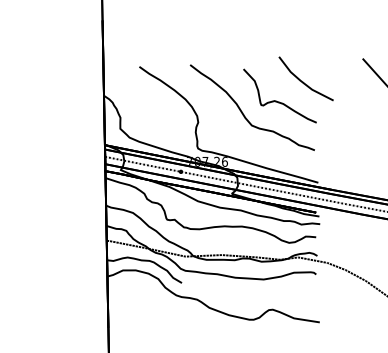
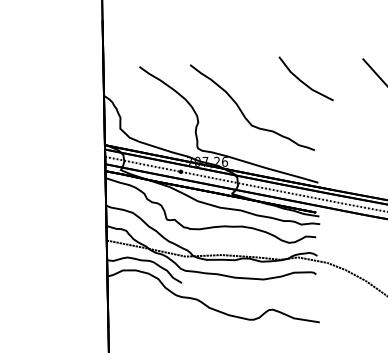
curve at (276, 100): present -> none
